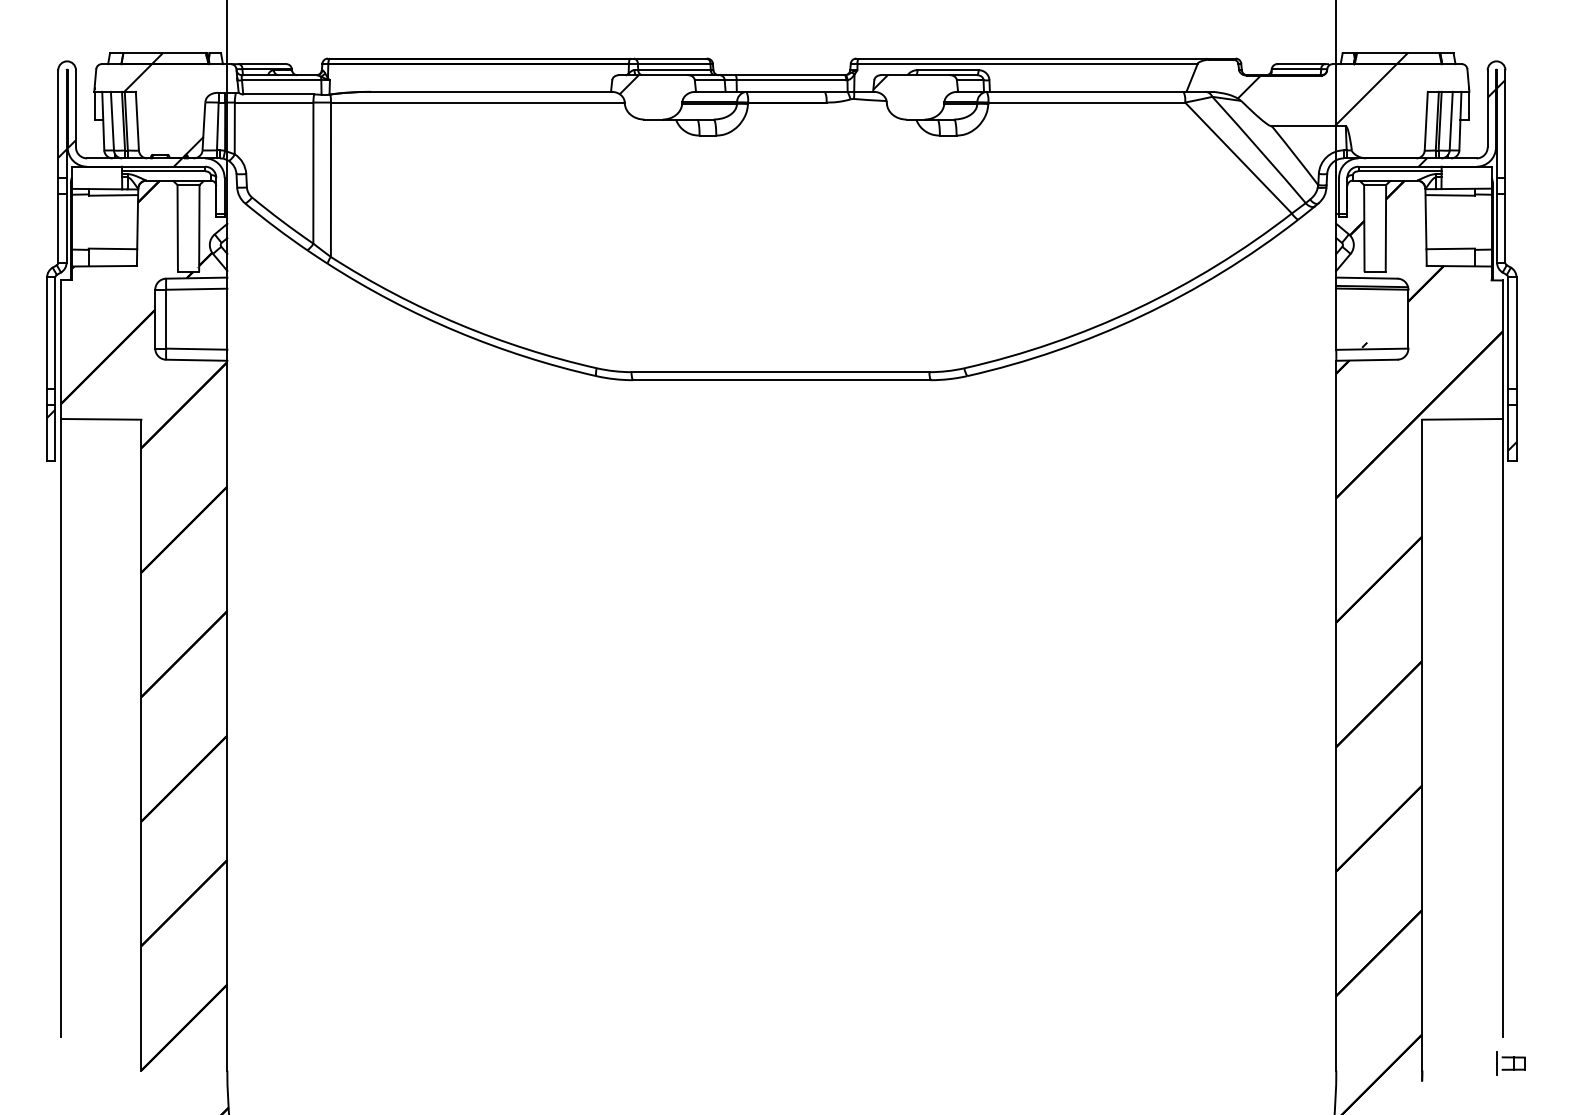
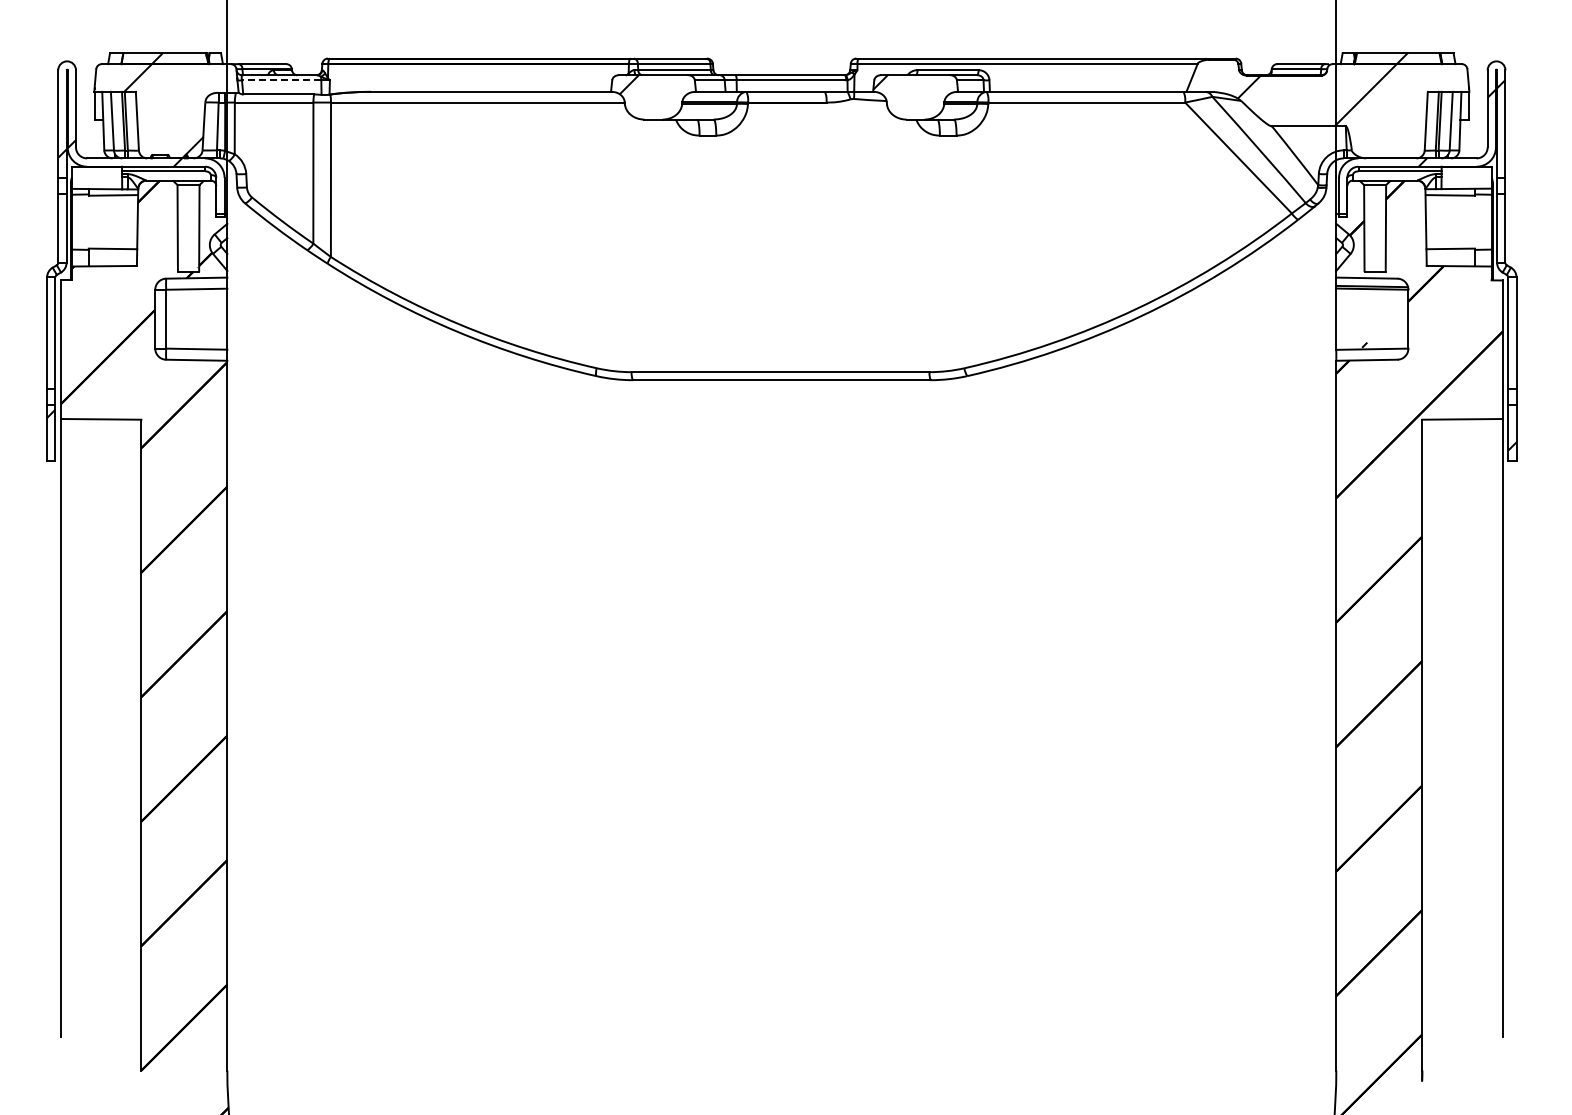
line at (281, 80): solid -> dashed
part at (1510, 1063): present -> none
